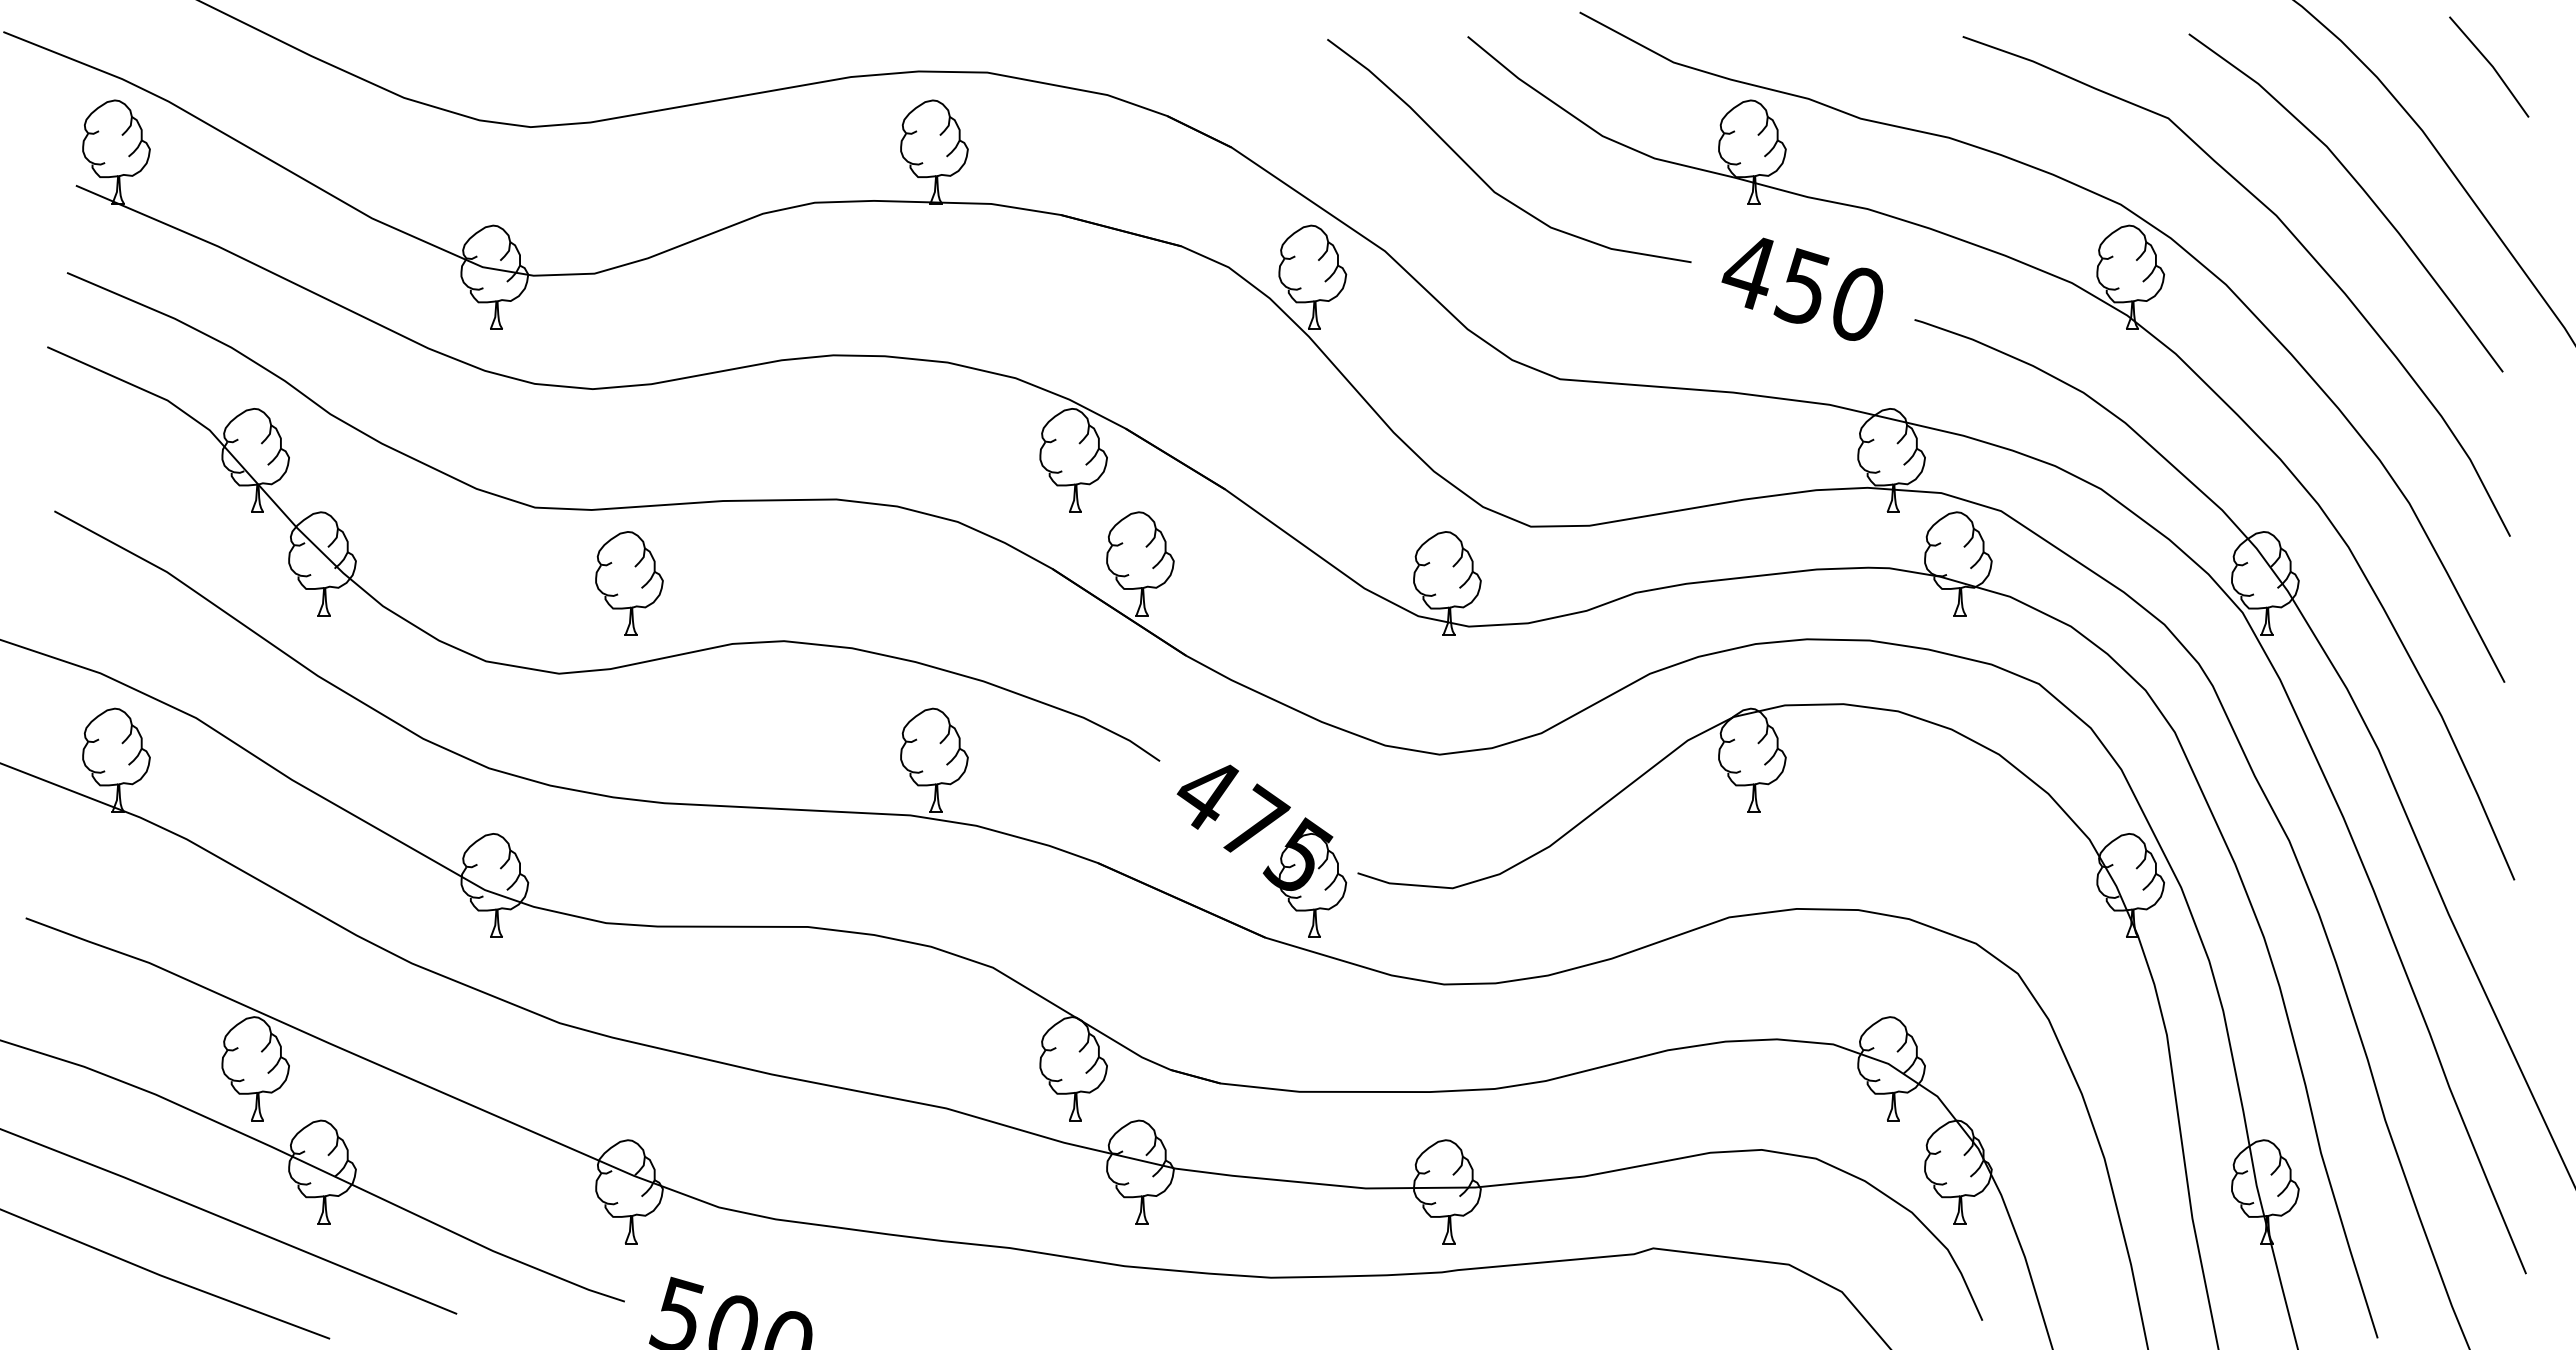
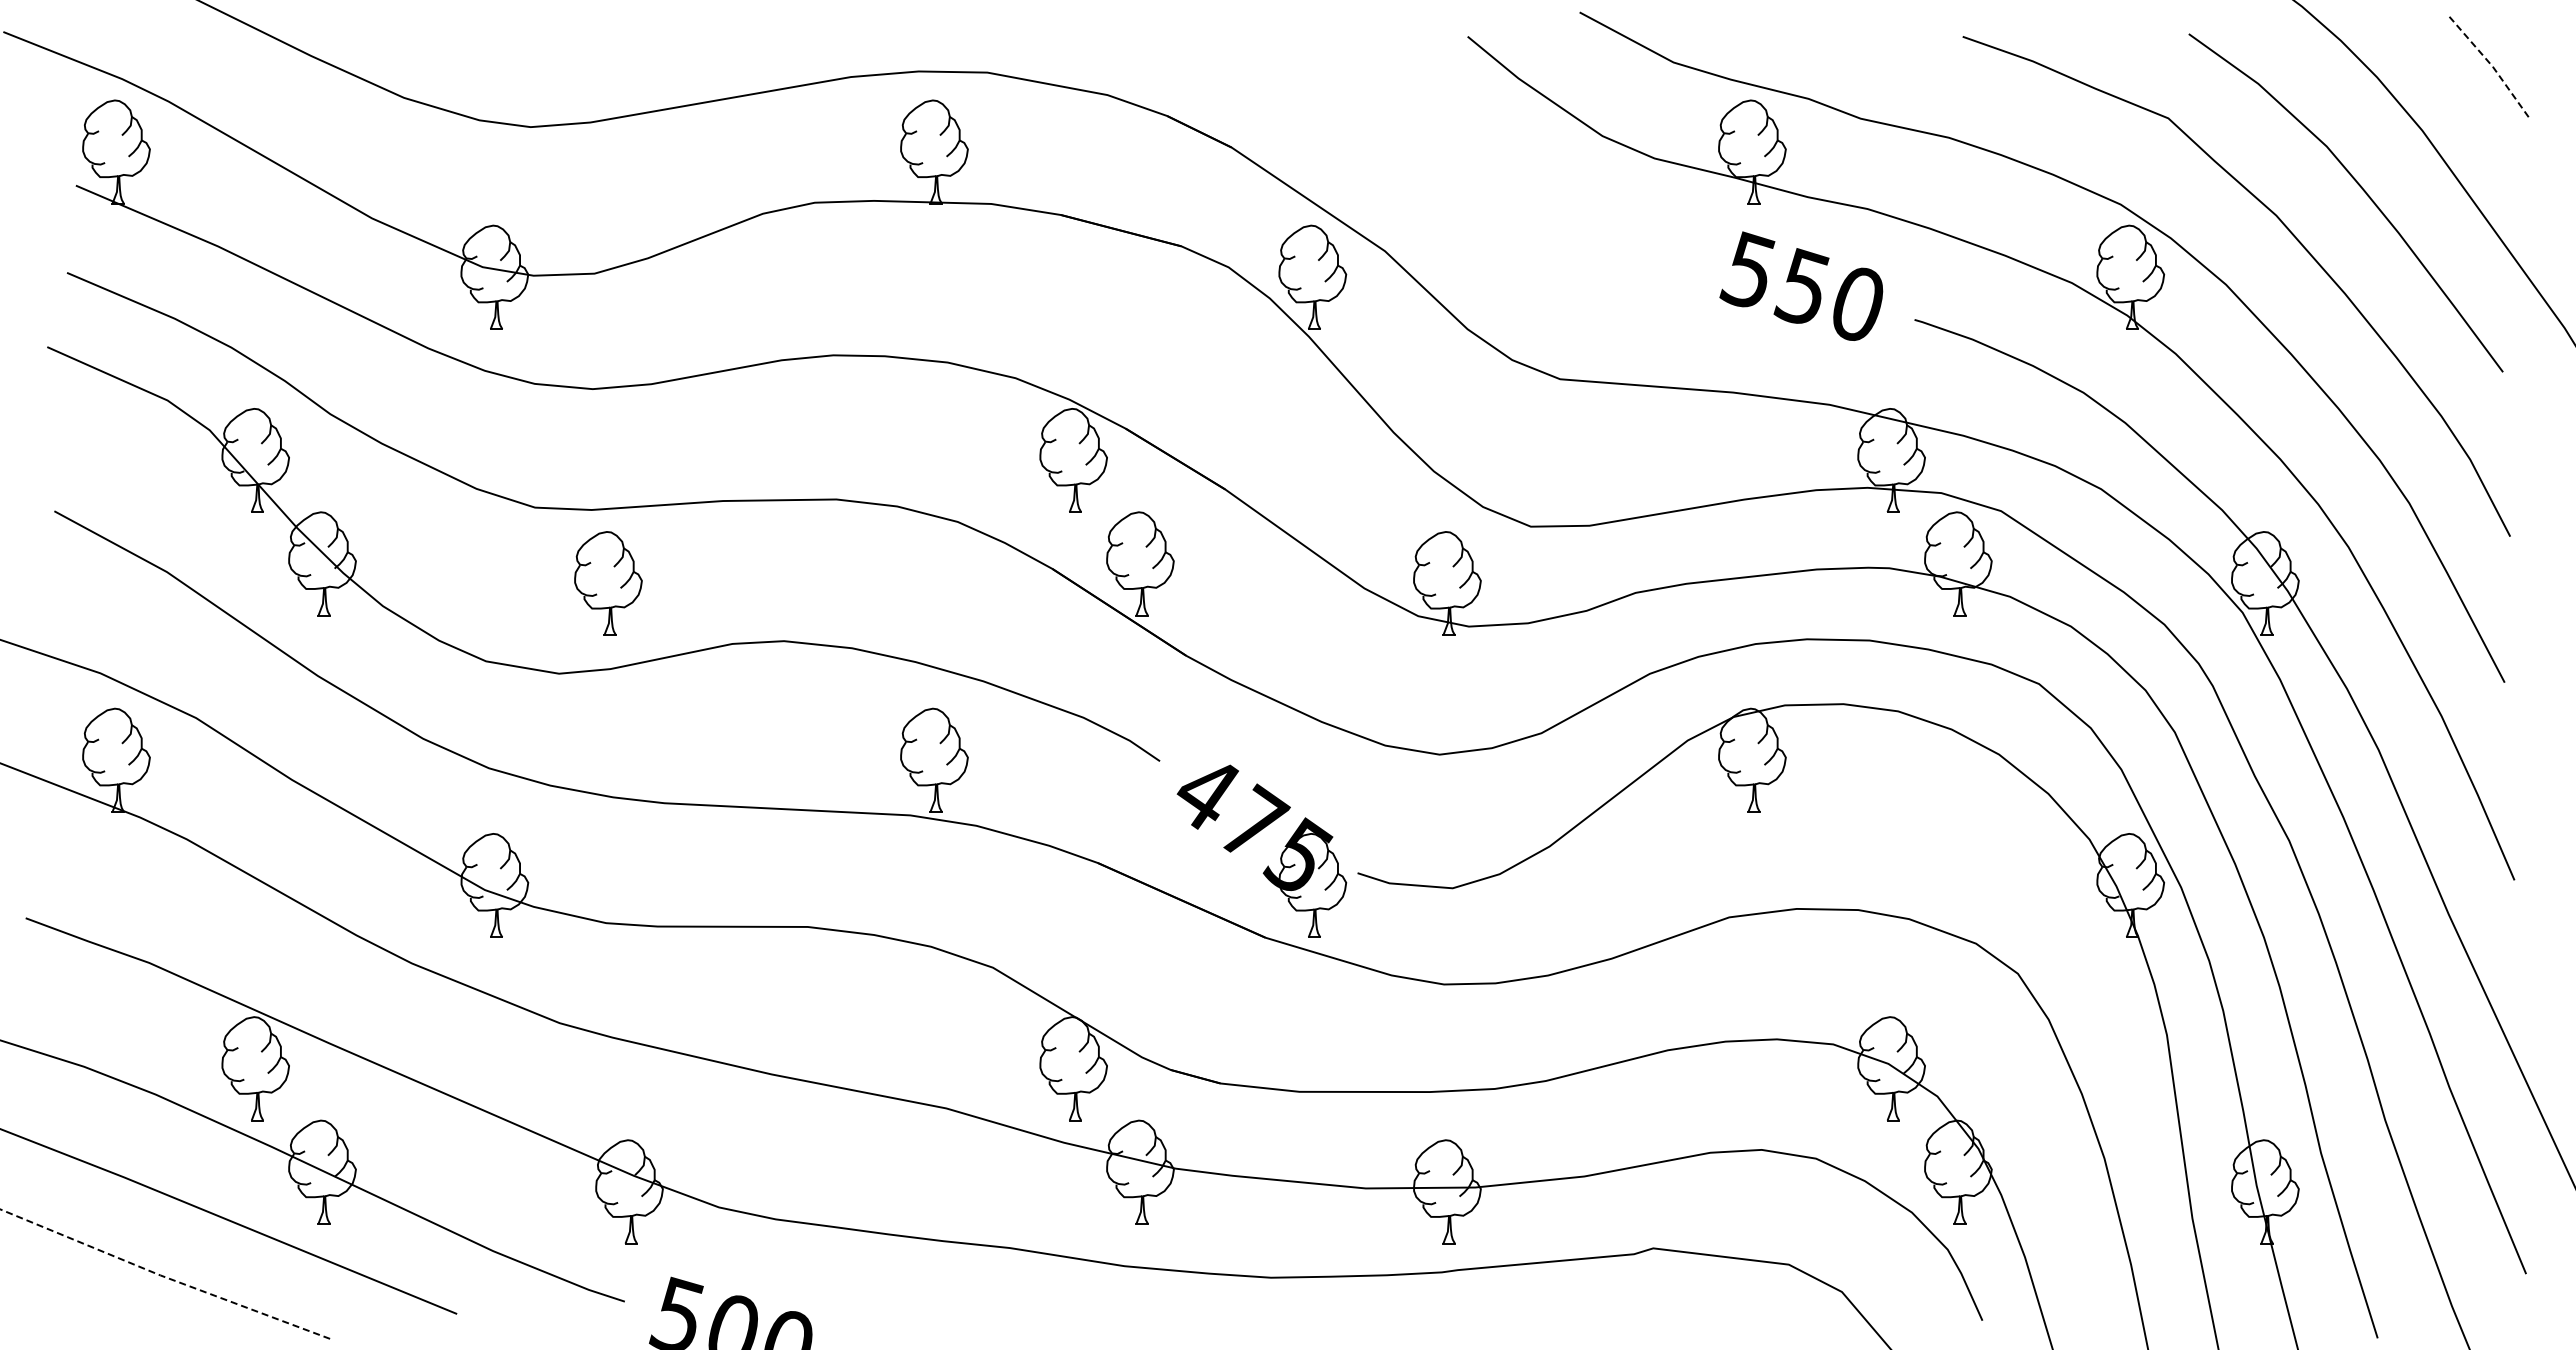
line at (2492, 66): solid -> dashed
curve at (1482, 178): present -> none
text at (1747, 270): 450 -> 550
part at (629, 583) position: (629, 583) -> (608, 583)
line at (164, 1276): solid -> dashed
